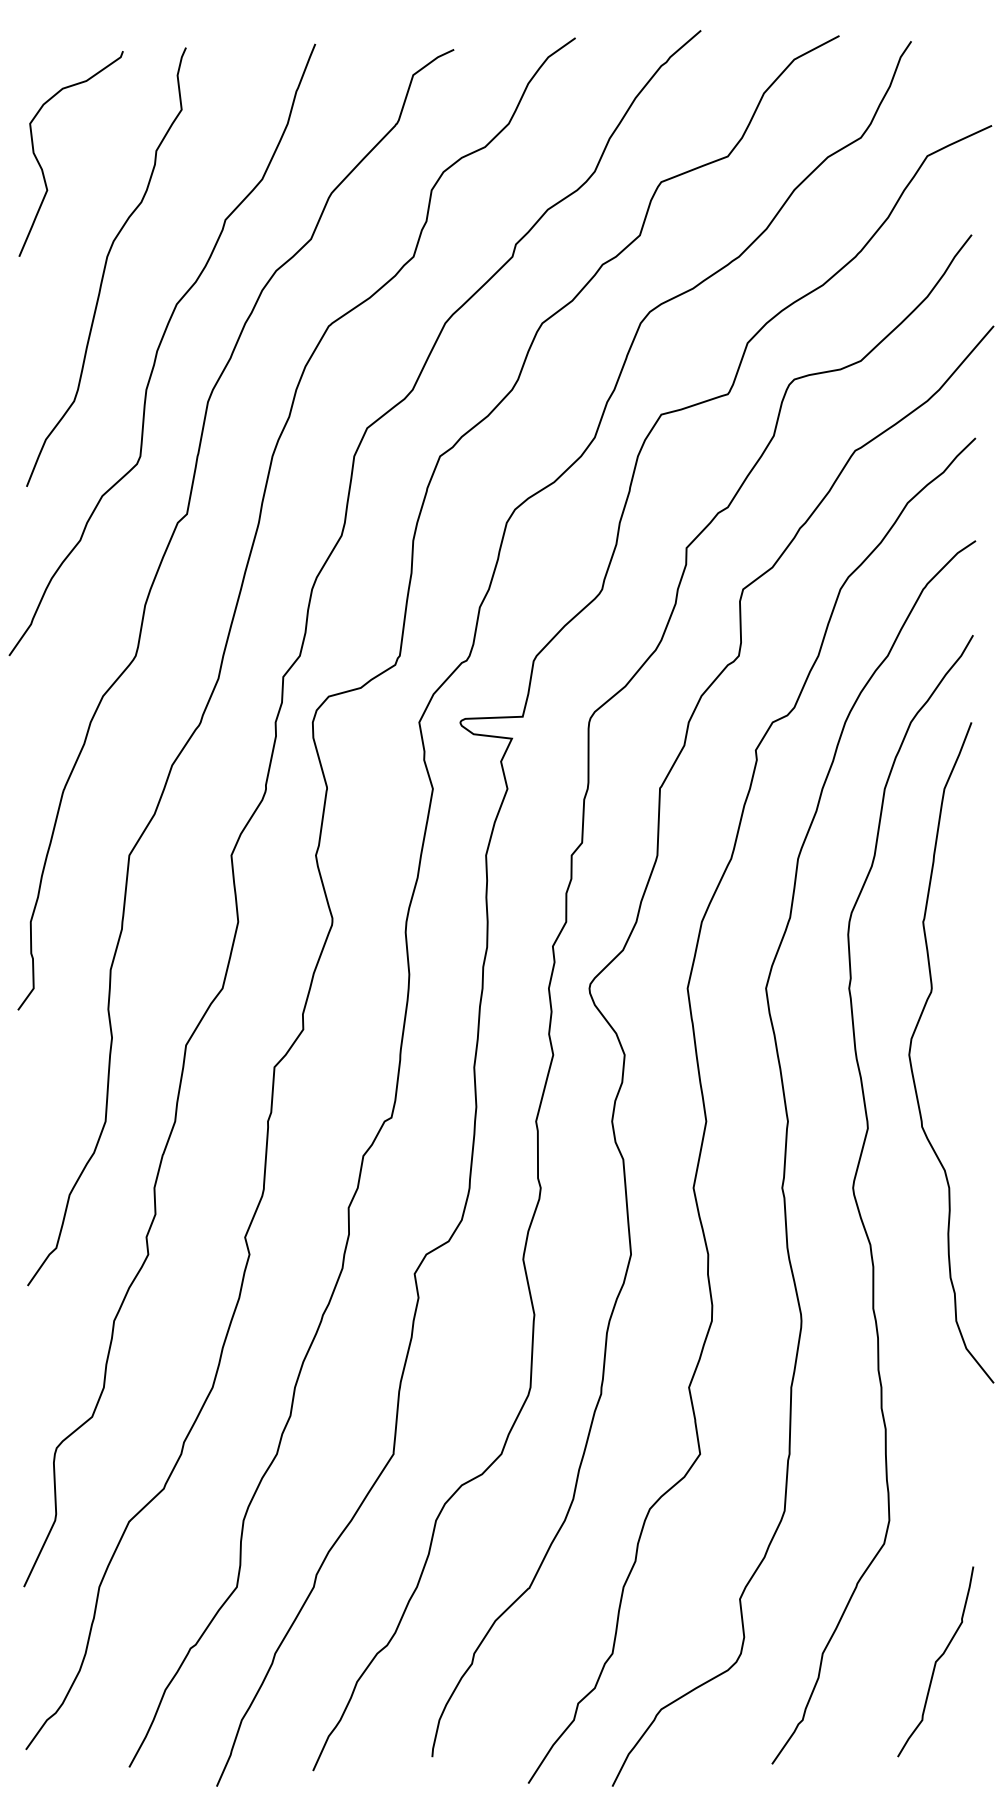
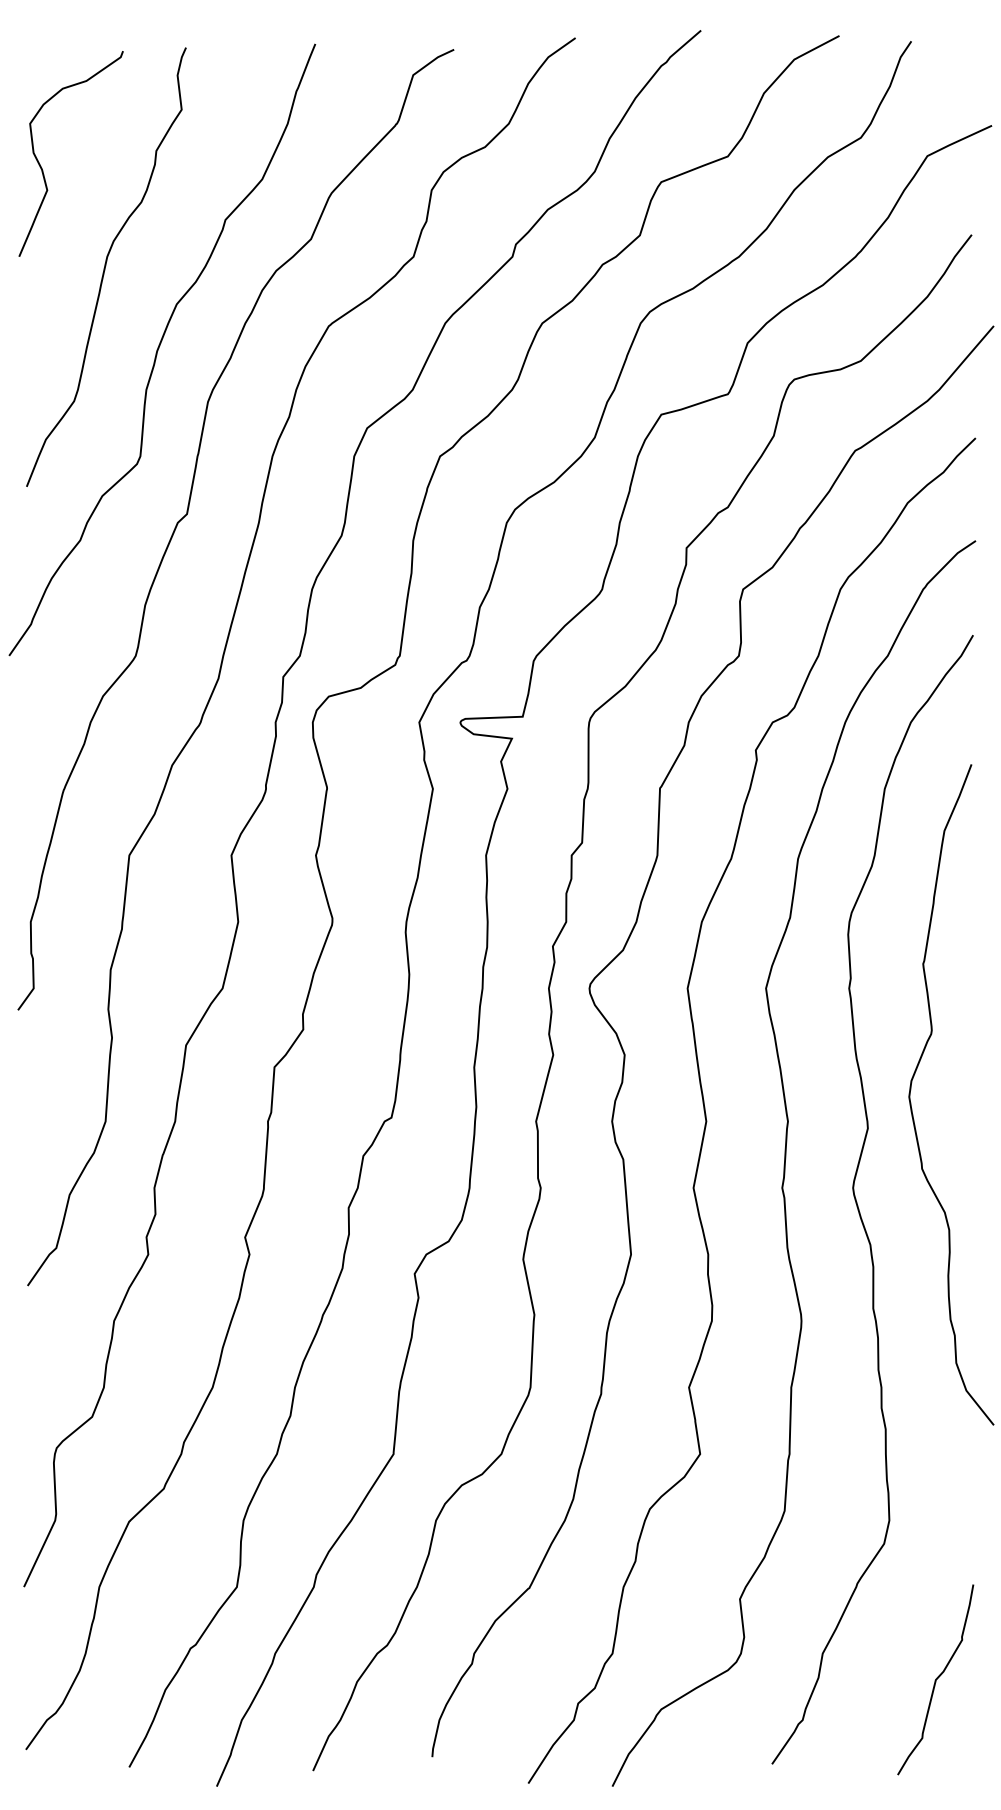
curve at (911, 1048) position: (911, 1048) -> (911, 1090)
curve at (935, 1661) position: (935, 1661) -> (935, 1679)
